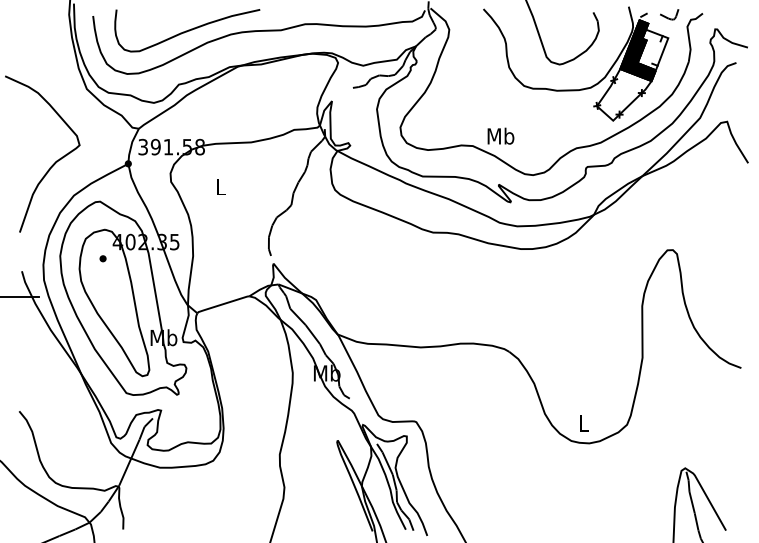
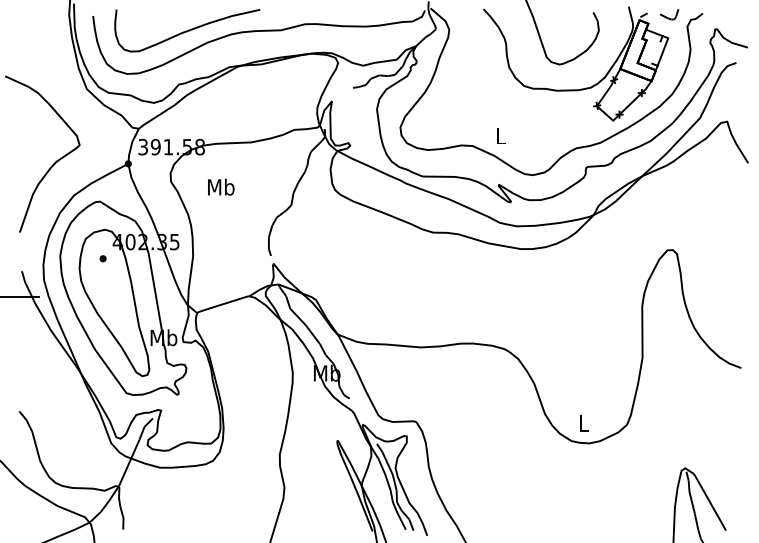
fill at (637, 50): present -> none
text at (500, 135): Mb -> L
text at (221, 186): L -> Mb
